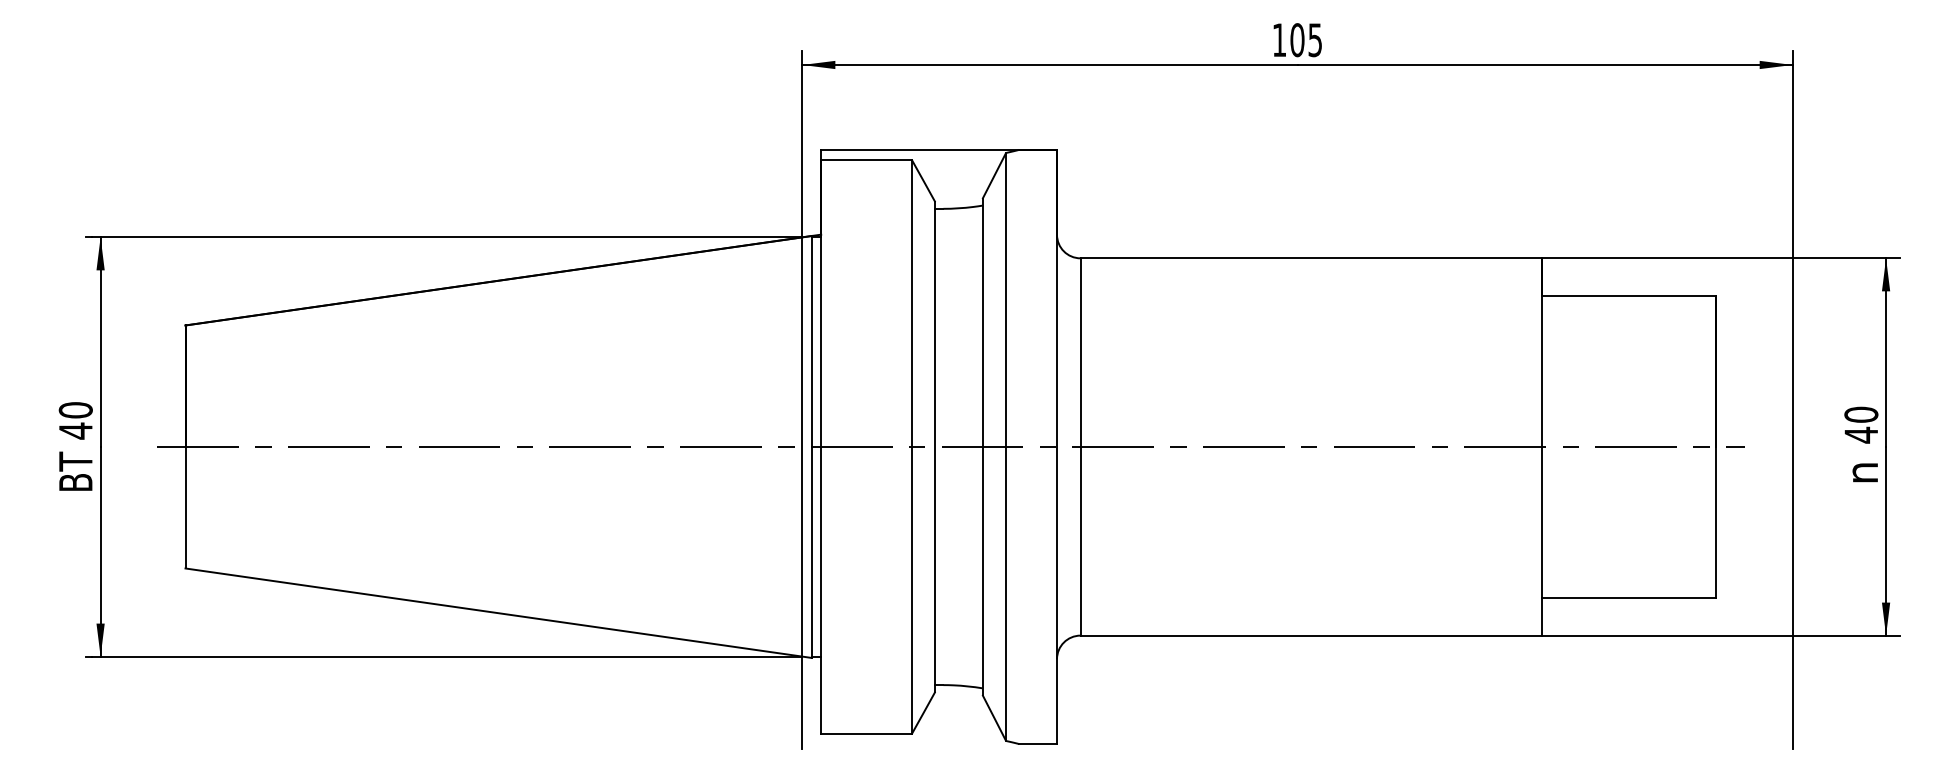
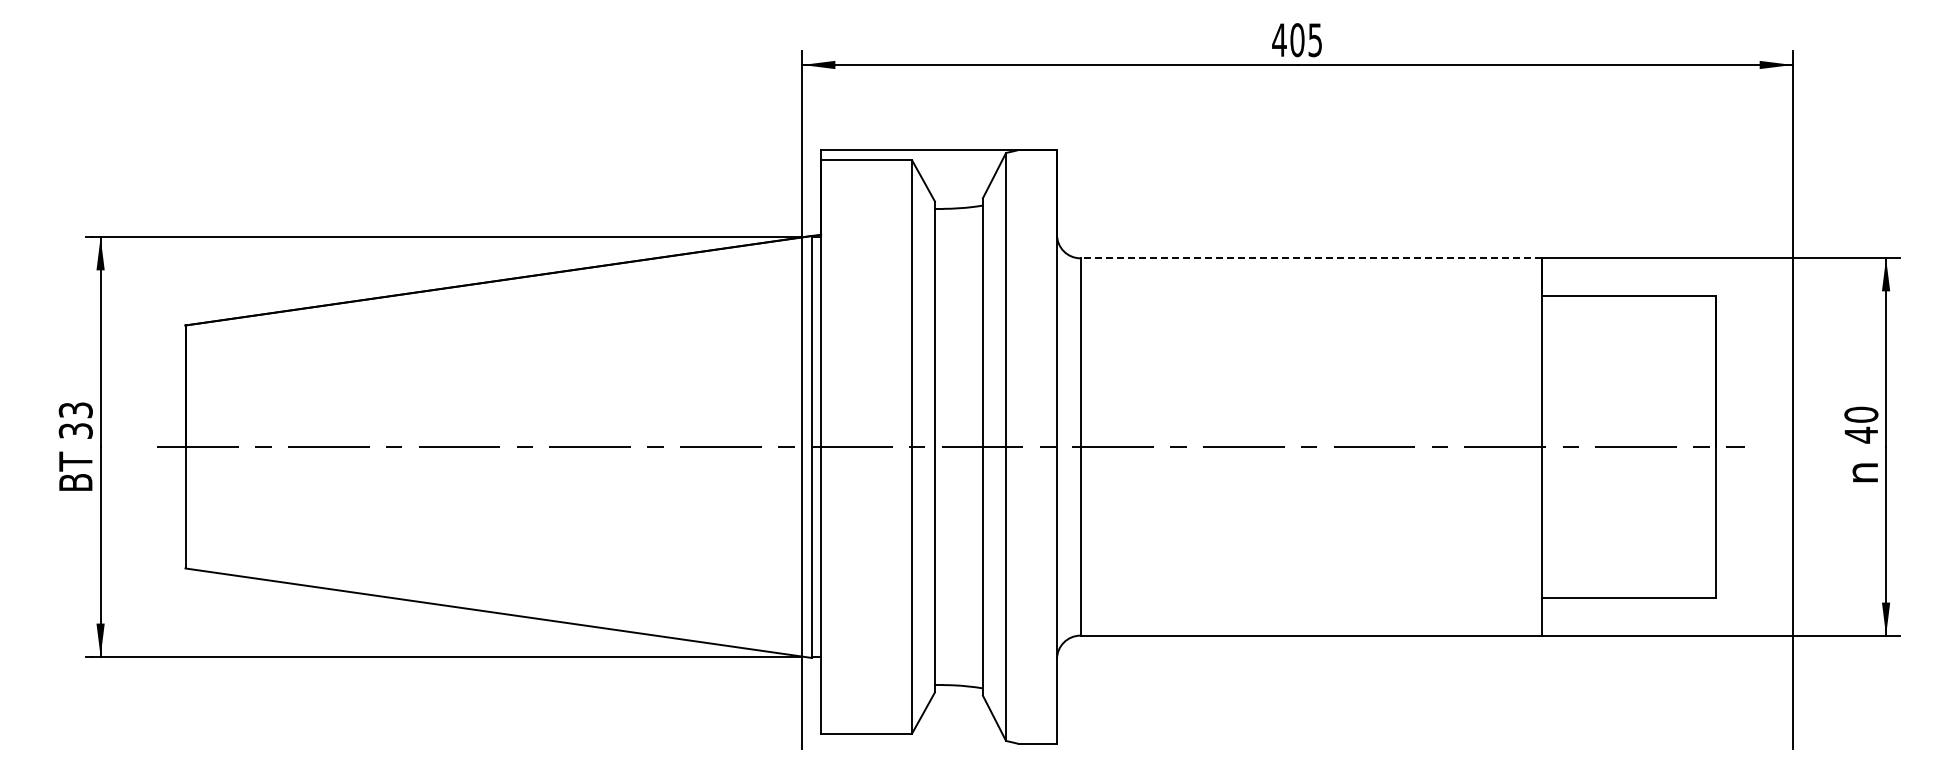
text at (1279, 39): 105 -> 405
line at (1311, 258): solid -> dashed
text at (75, 420): 40 -> 33
